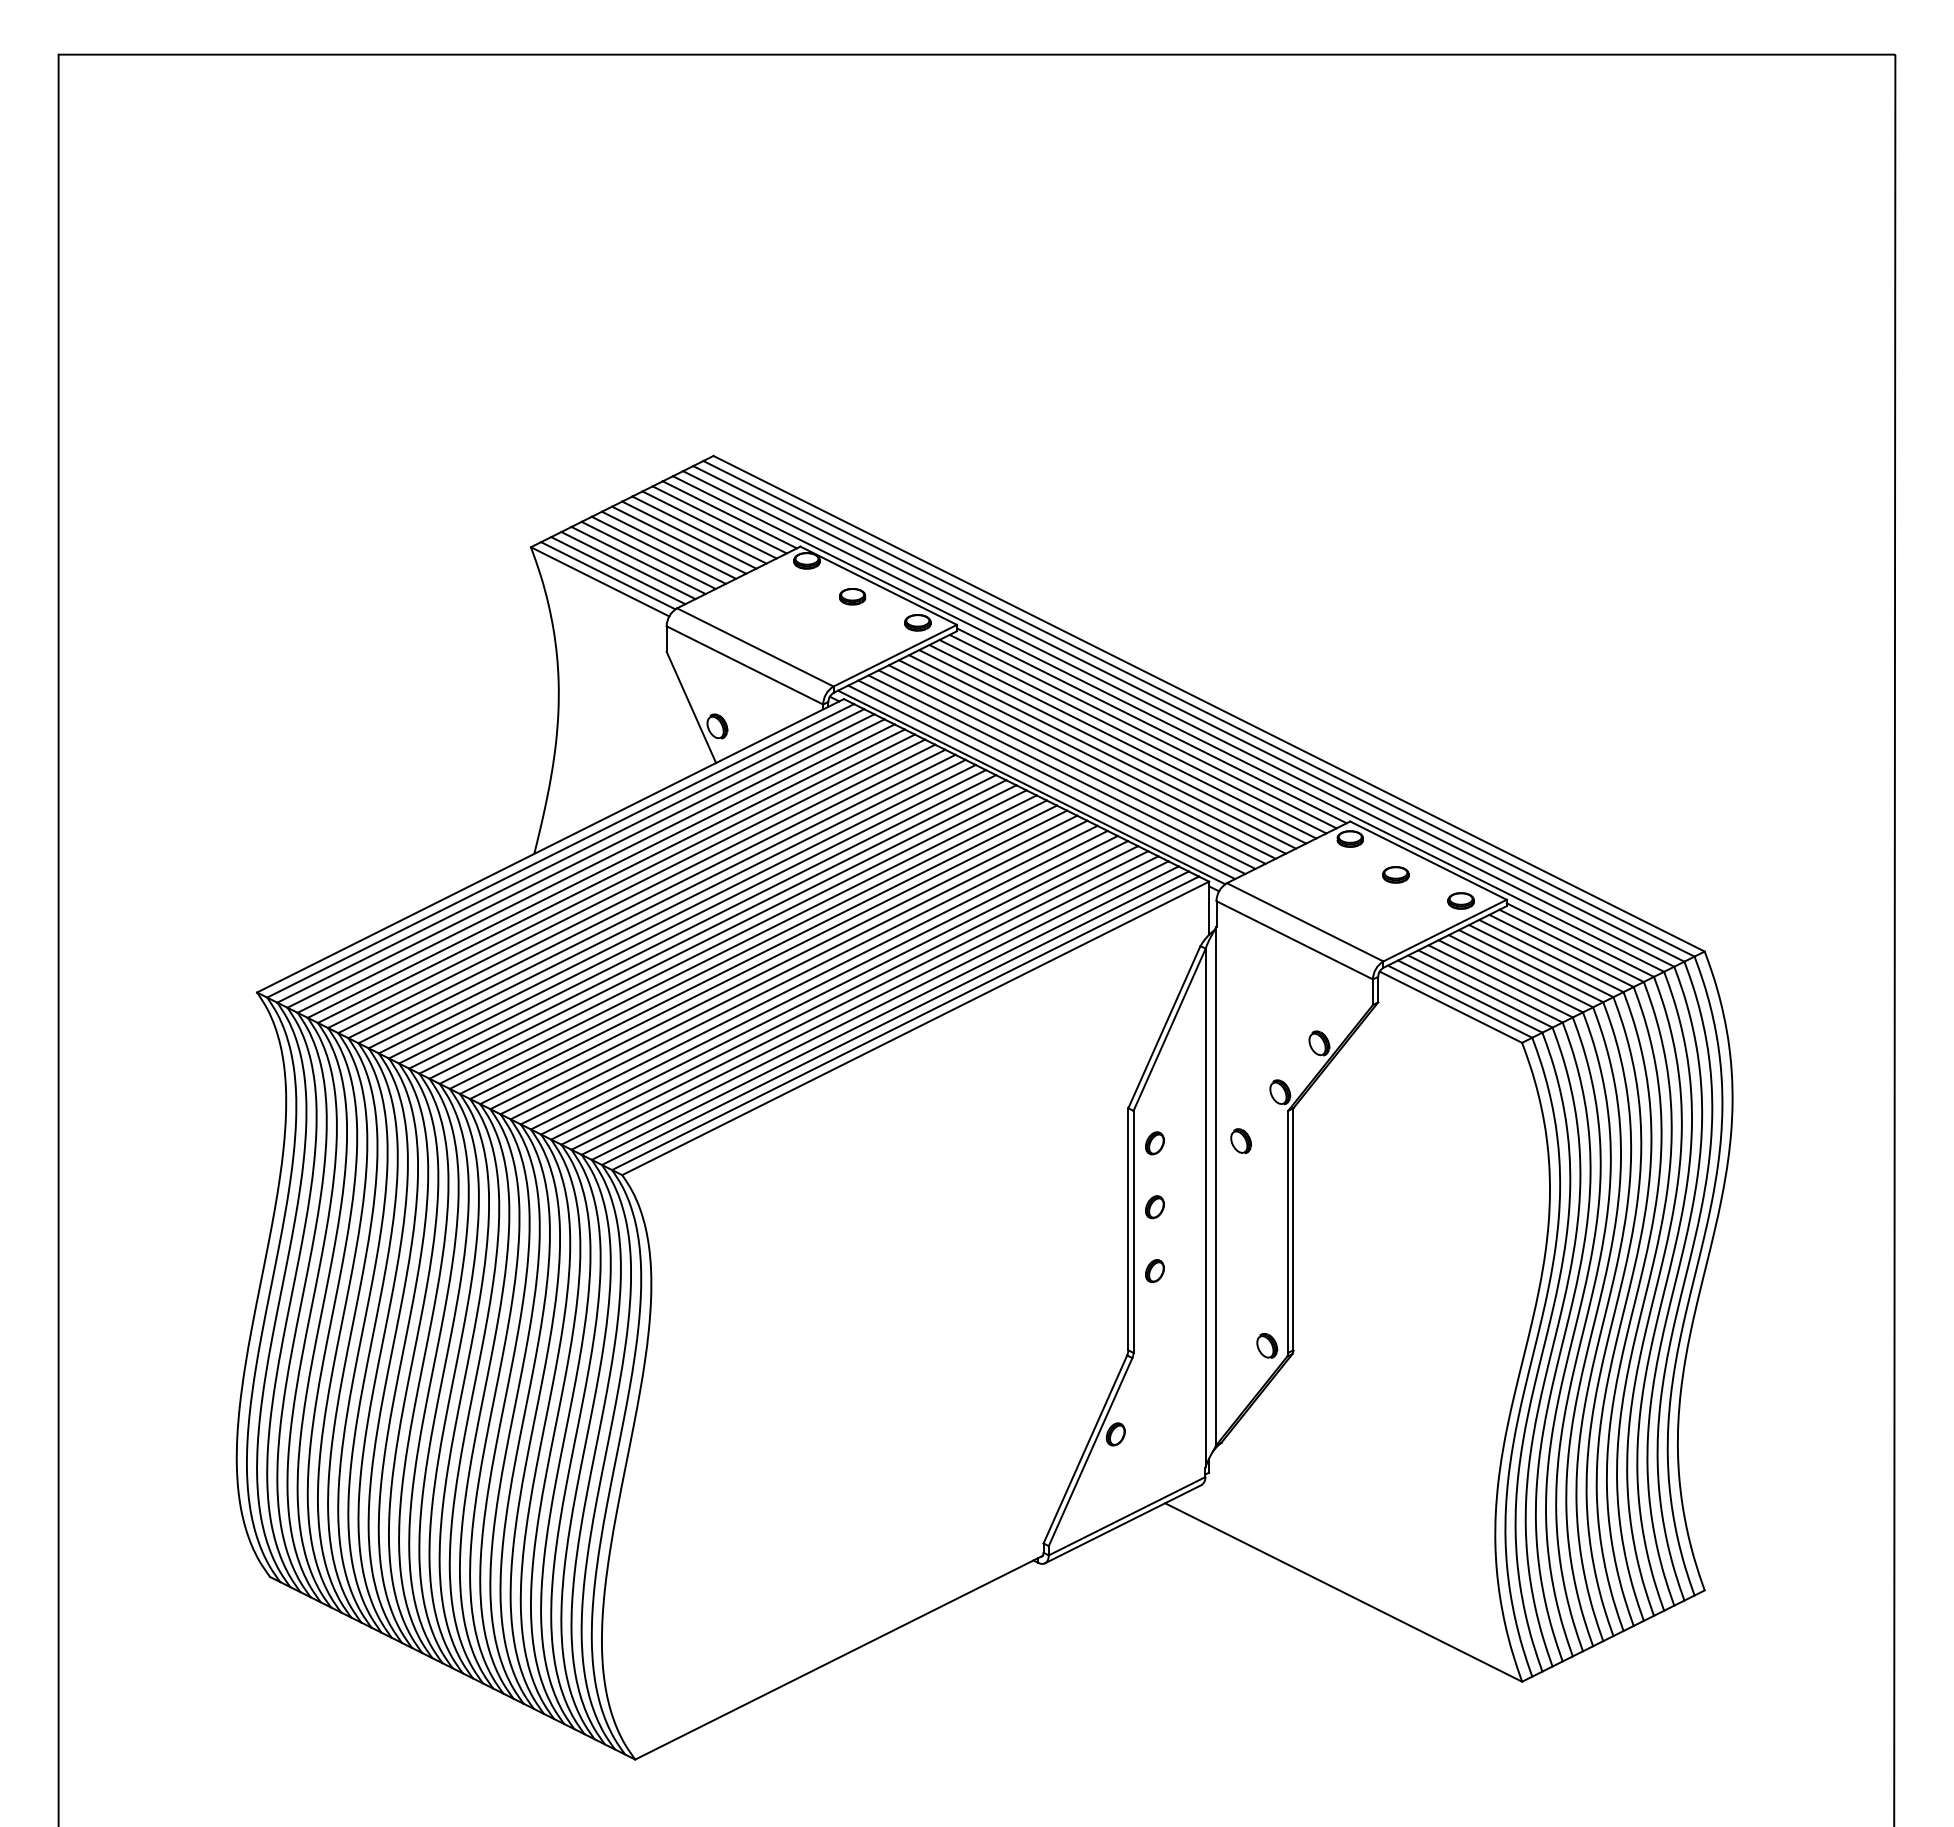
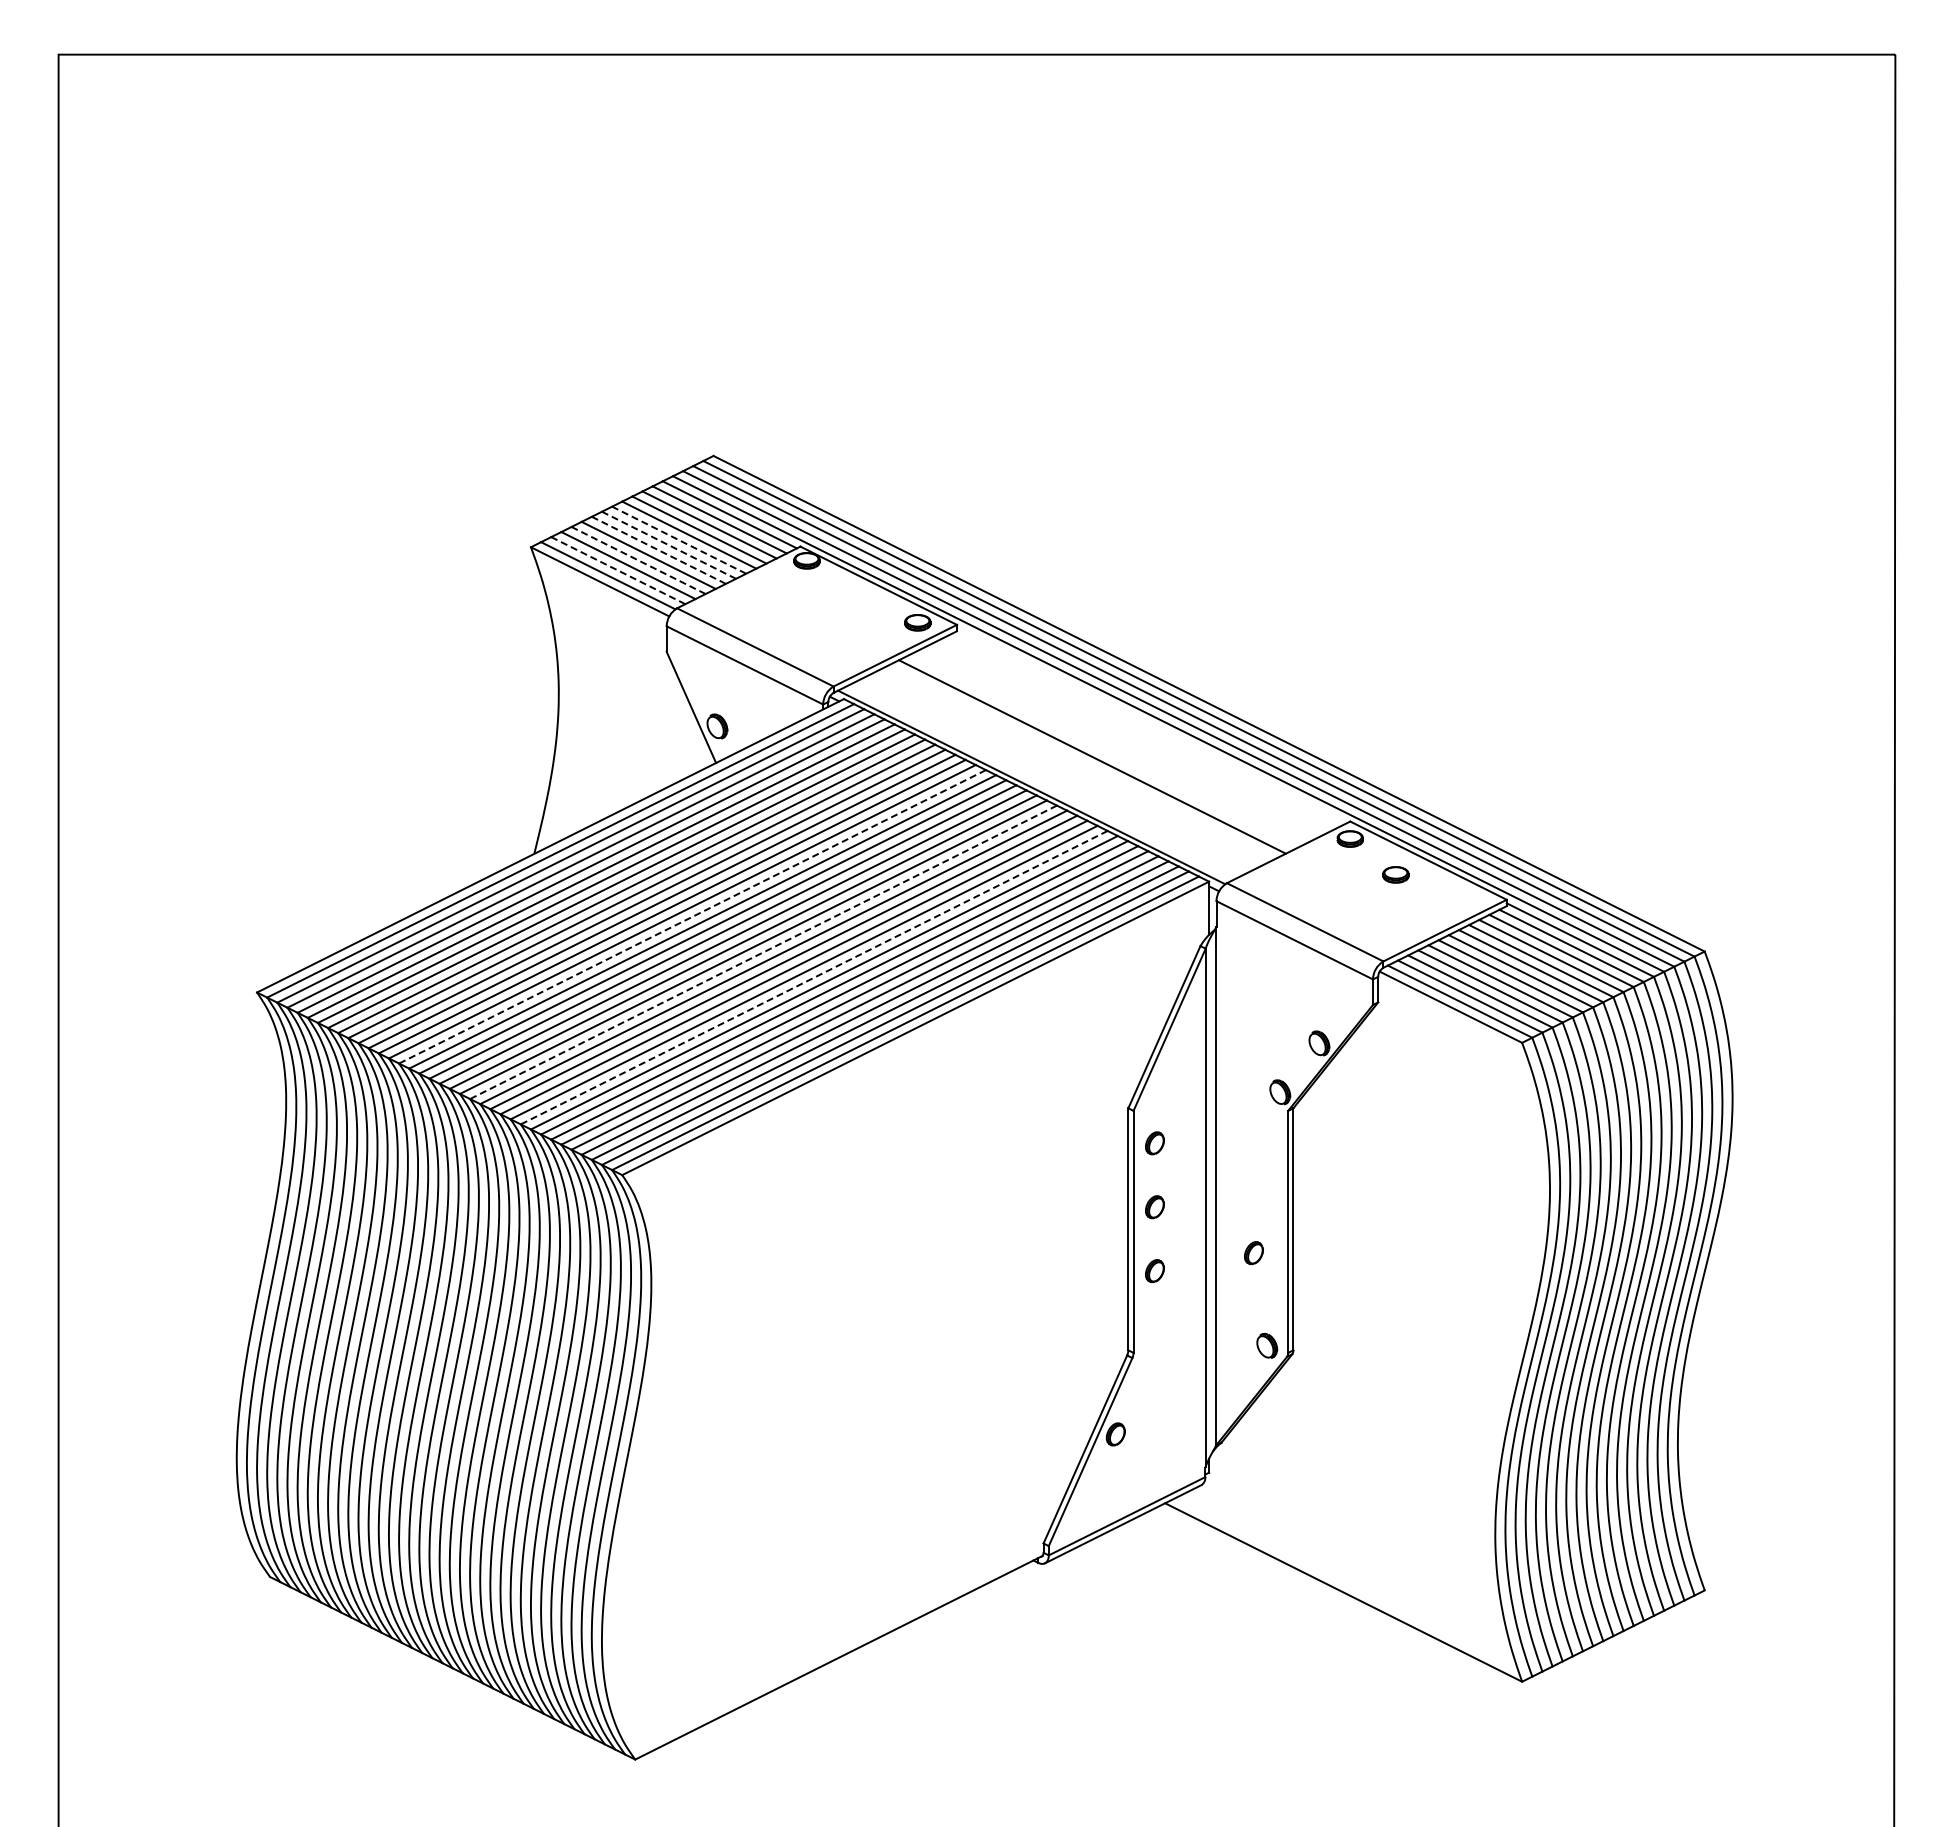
line at (679, 540): solid -> dashed
line at (669, 545): solid -> dashed
line at (658, 550): solid -> dashed
line at (638, 560): solid -> dashed
line at (618, 570): solid -> dashed
part at (852, 596): present -> none
line at (1151, 725): present -> none
line at (1142, 731): present -> none
line at (1132, 736): present -> none
line at (1122, 741): present -> none
line at (1112, 746): present -> none
line at (1102, 751): present -> none
line at (1081, 761): present -> none
line at (1071, 766): present -> none
line at (1061, 771): present -> none
line at (1051, 777): present -> none
line at (1041, 782): present -> none
part at (1460, 900): present -> none
line at (692, 917): solid -> dashed
line at (763, 952): solid -> dashed
line at (813, 977): solid -> dashed
part at (1241, 1141): present -> none
part at (1253, 1253): none -> present
